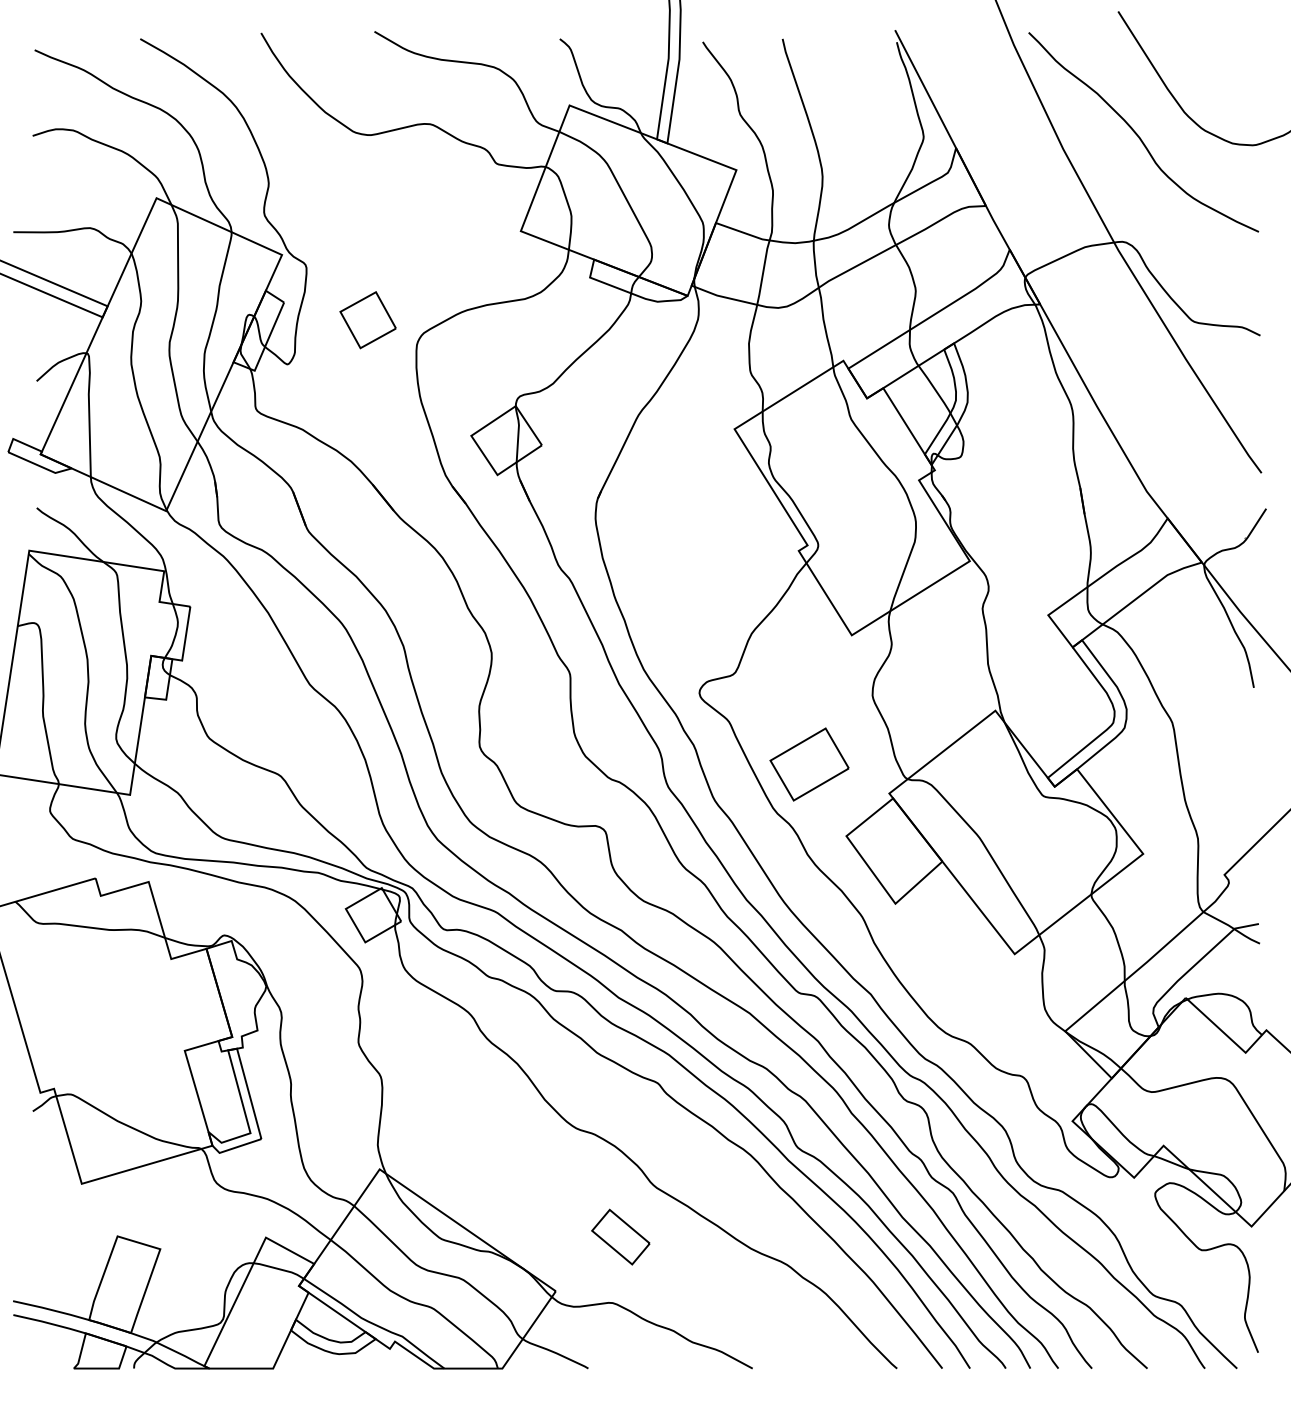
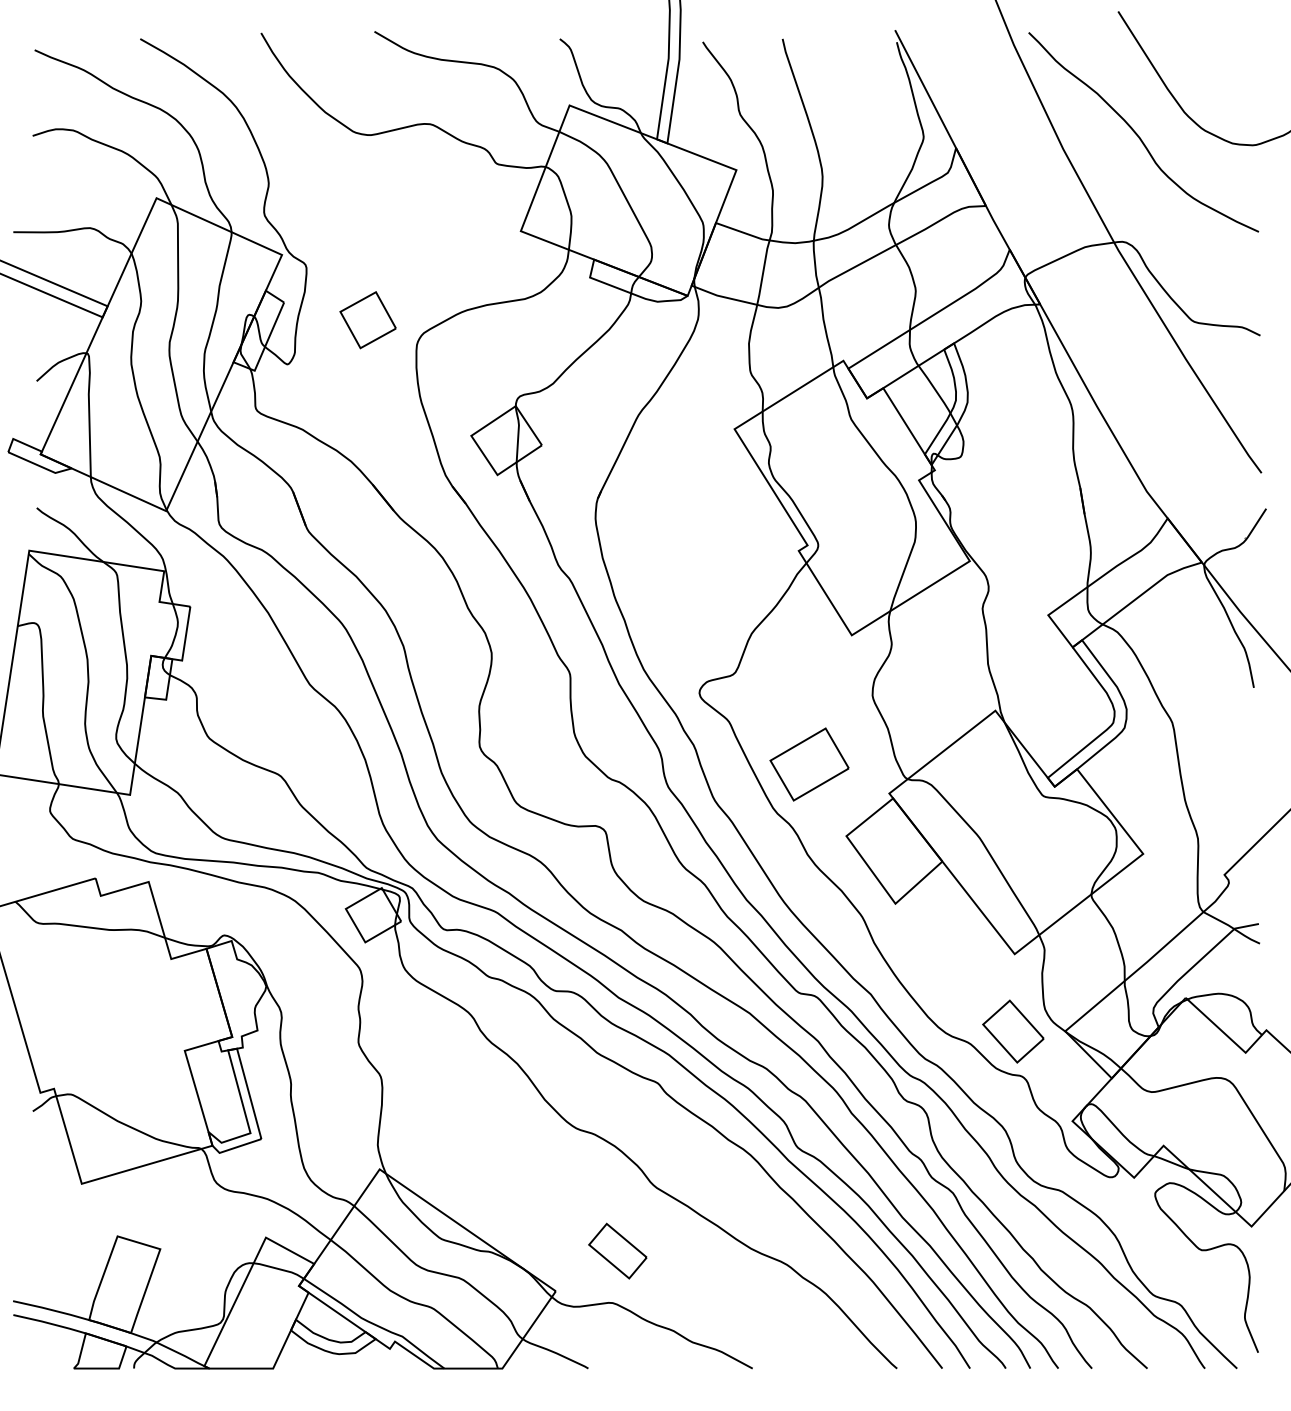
part at (1013, 1031): none -> present
part at (620, 1236) position: (620, 1236) -> (617, 1250)
